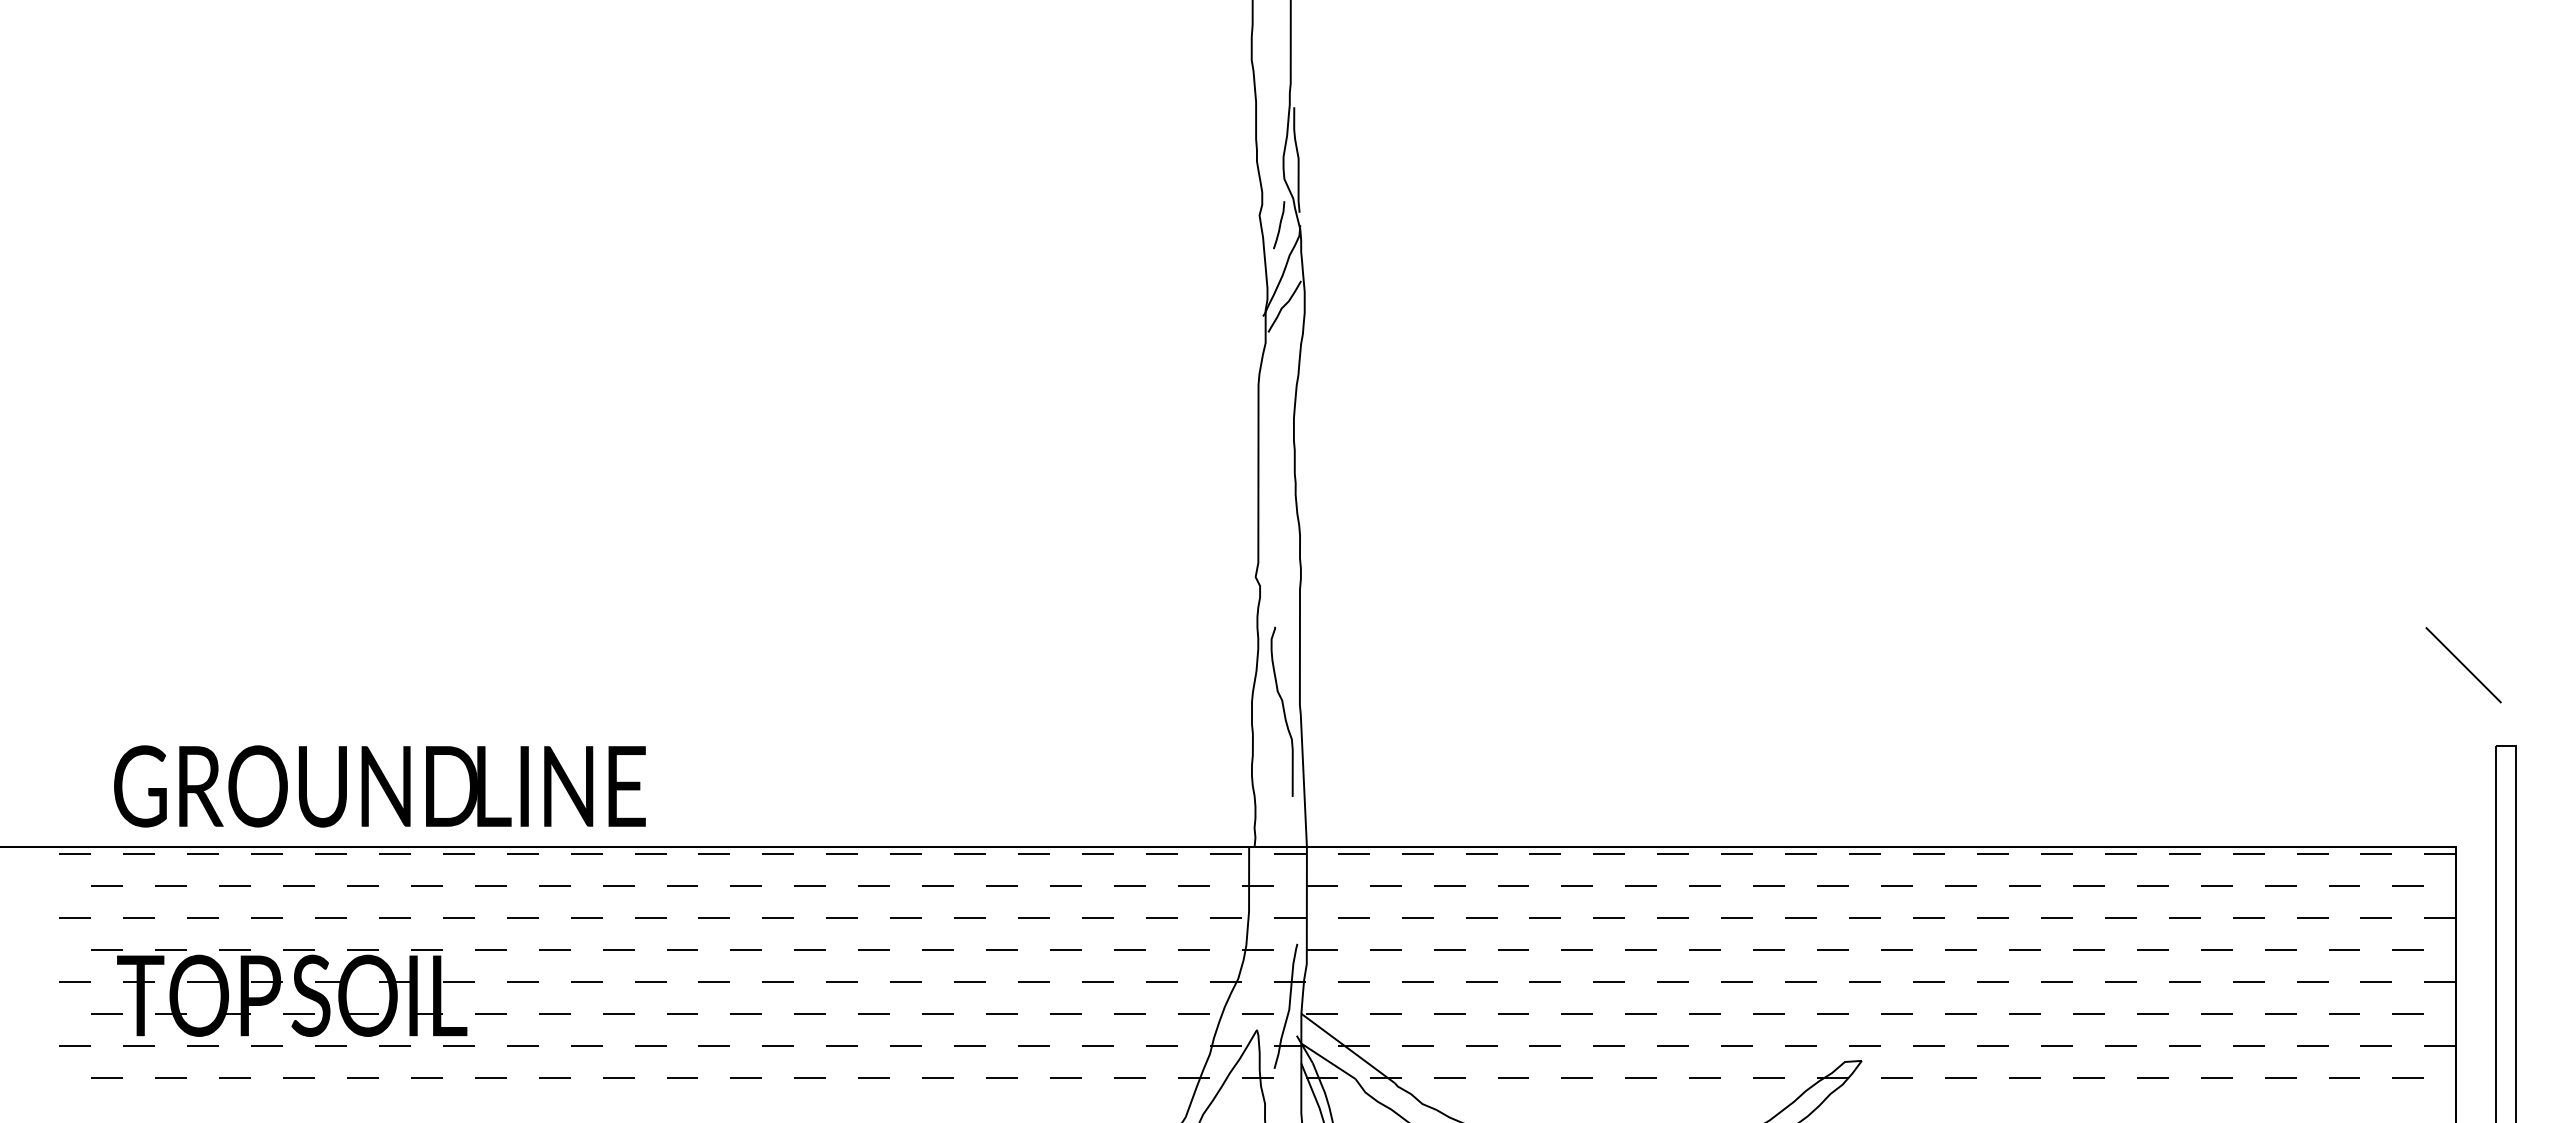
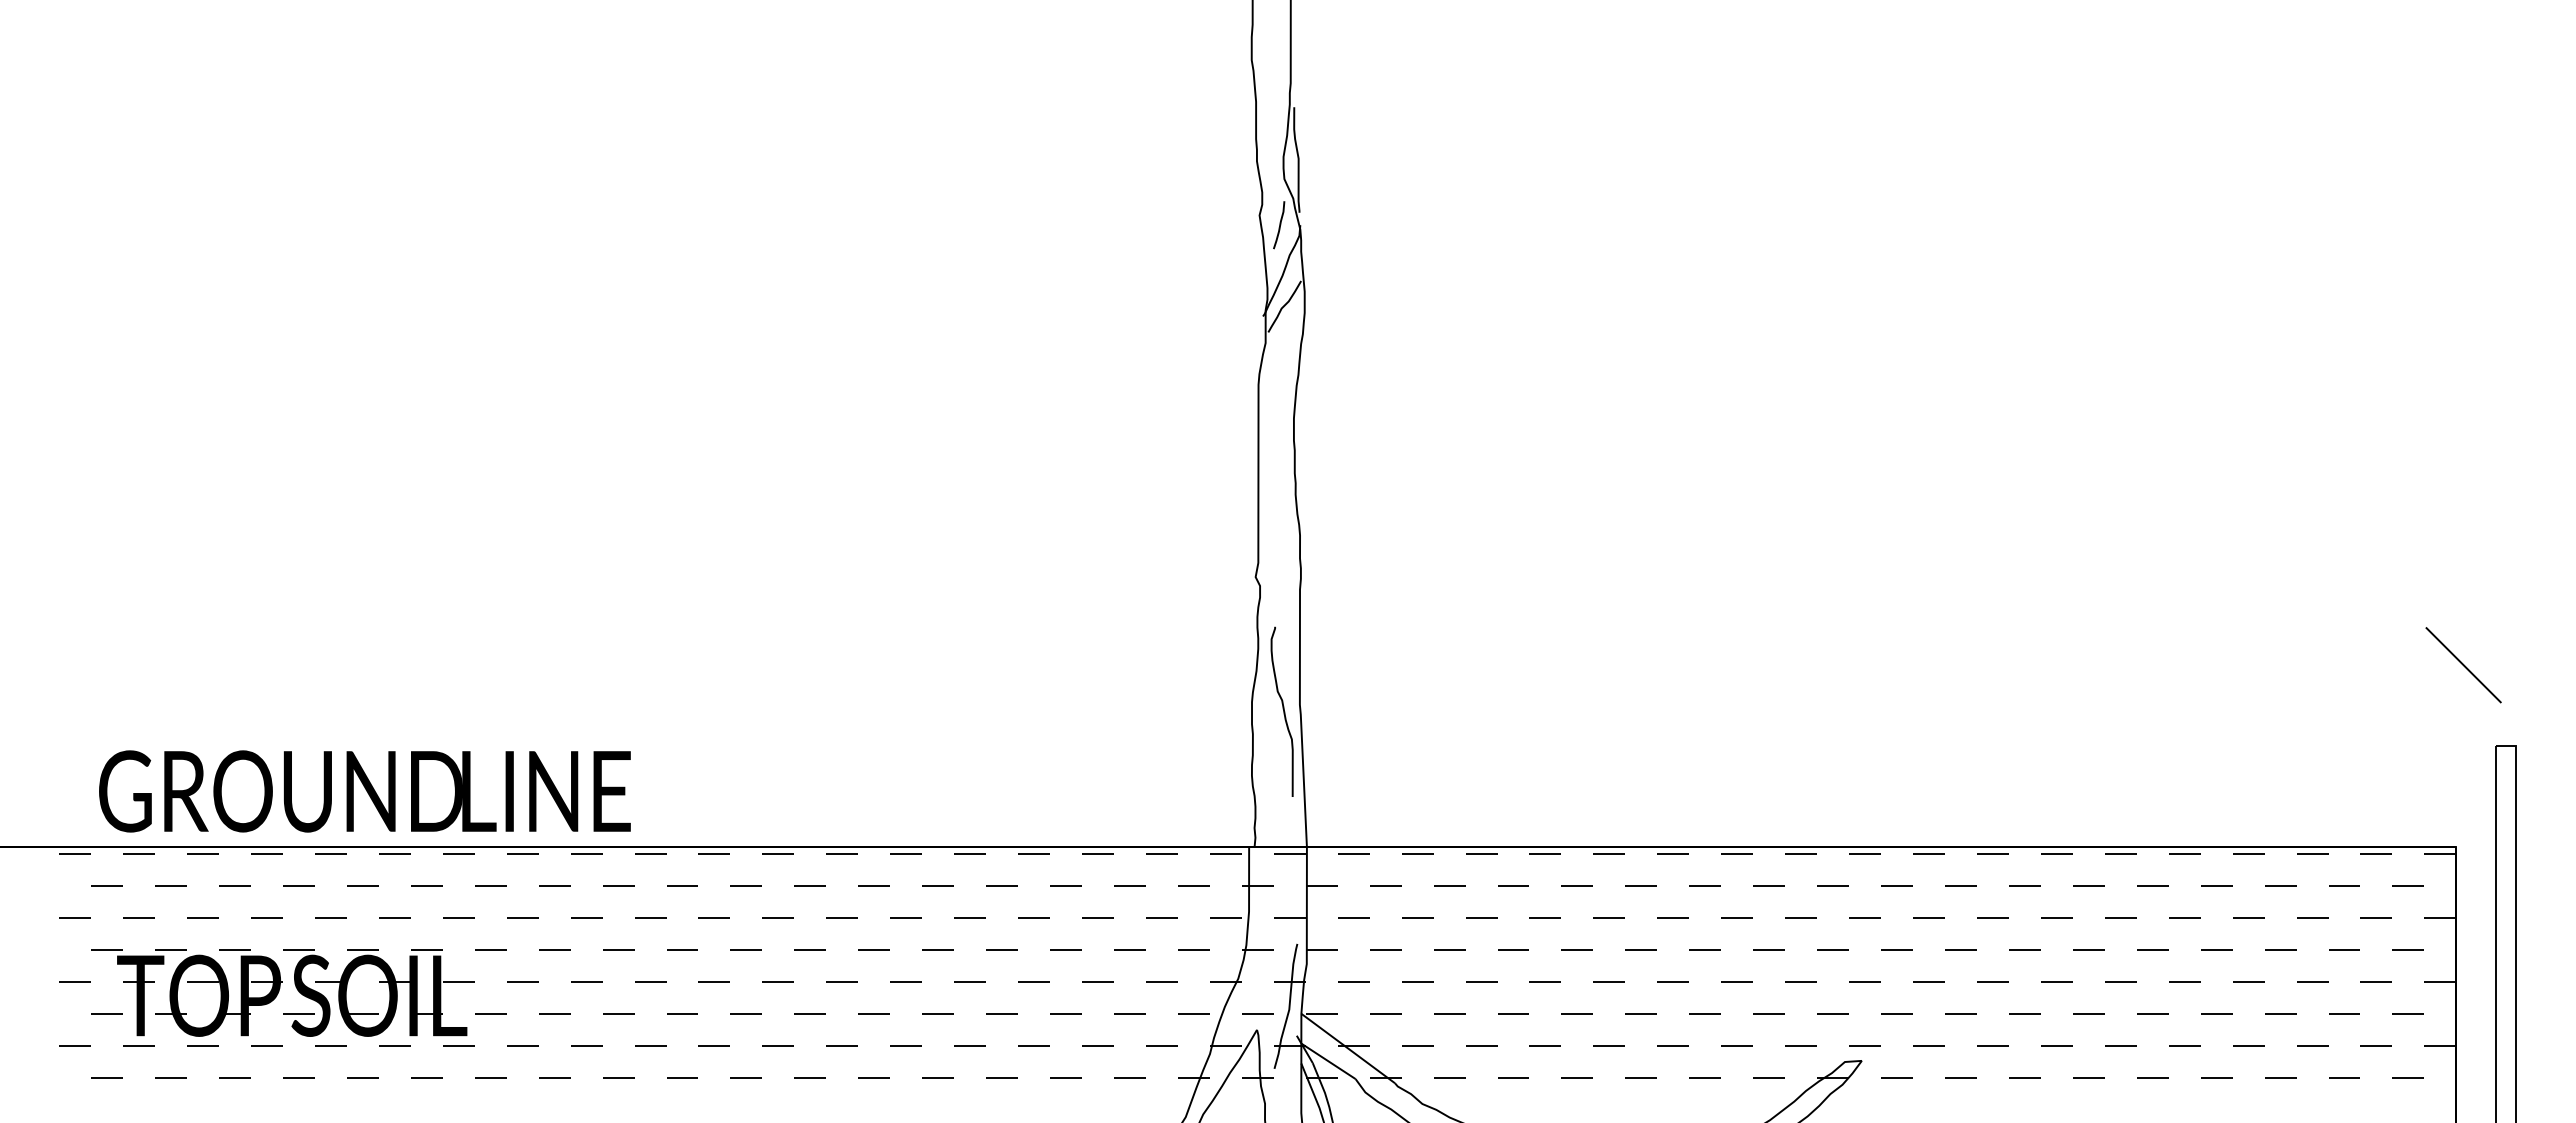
text at (379, 786) position: (379, 786) -> (364, 791)
